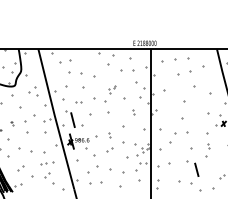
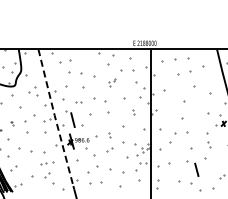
part at (112, 89) position: (112, 89) -> (112, 82)
line at (55, 117): solid -> dashed
part at (207, 150) size: 6x15 px -> 8x19 px
part at (20, 168) position: (20, 168) -> (13, 168)
